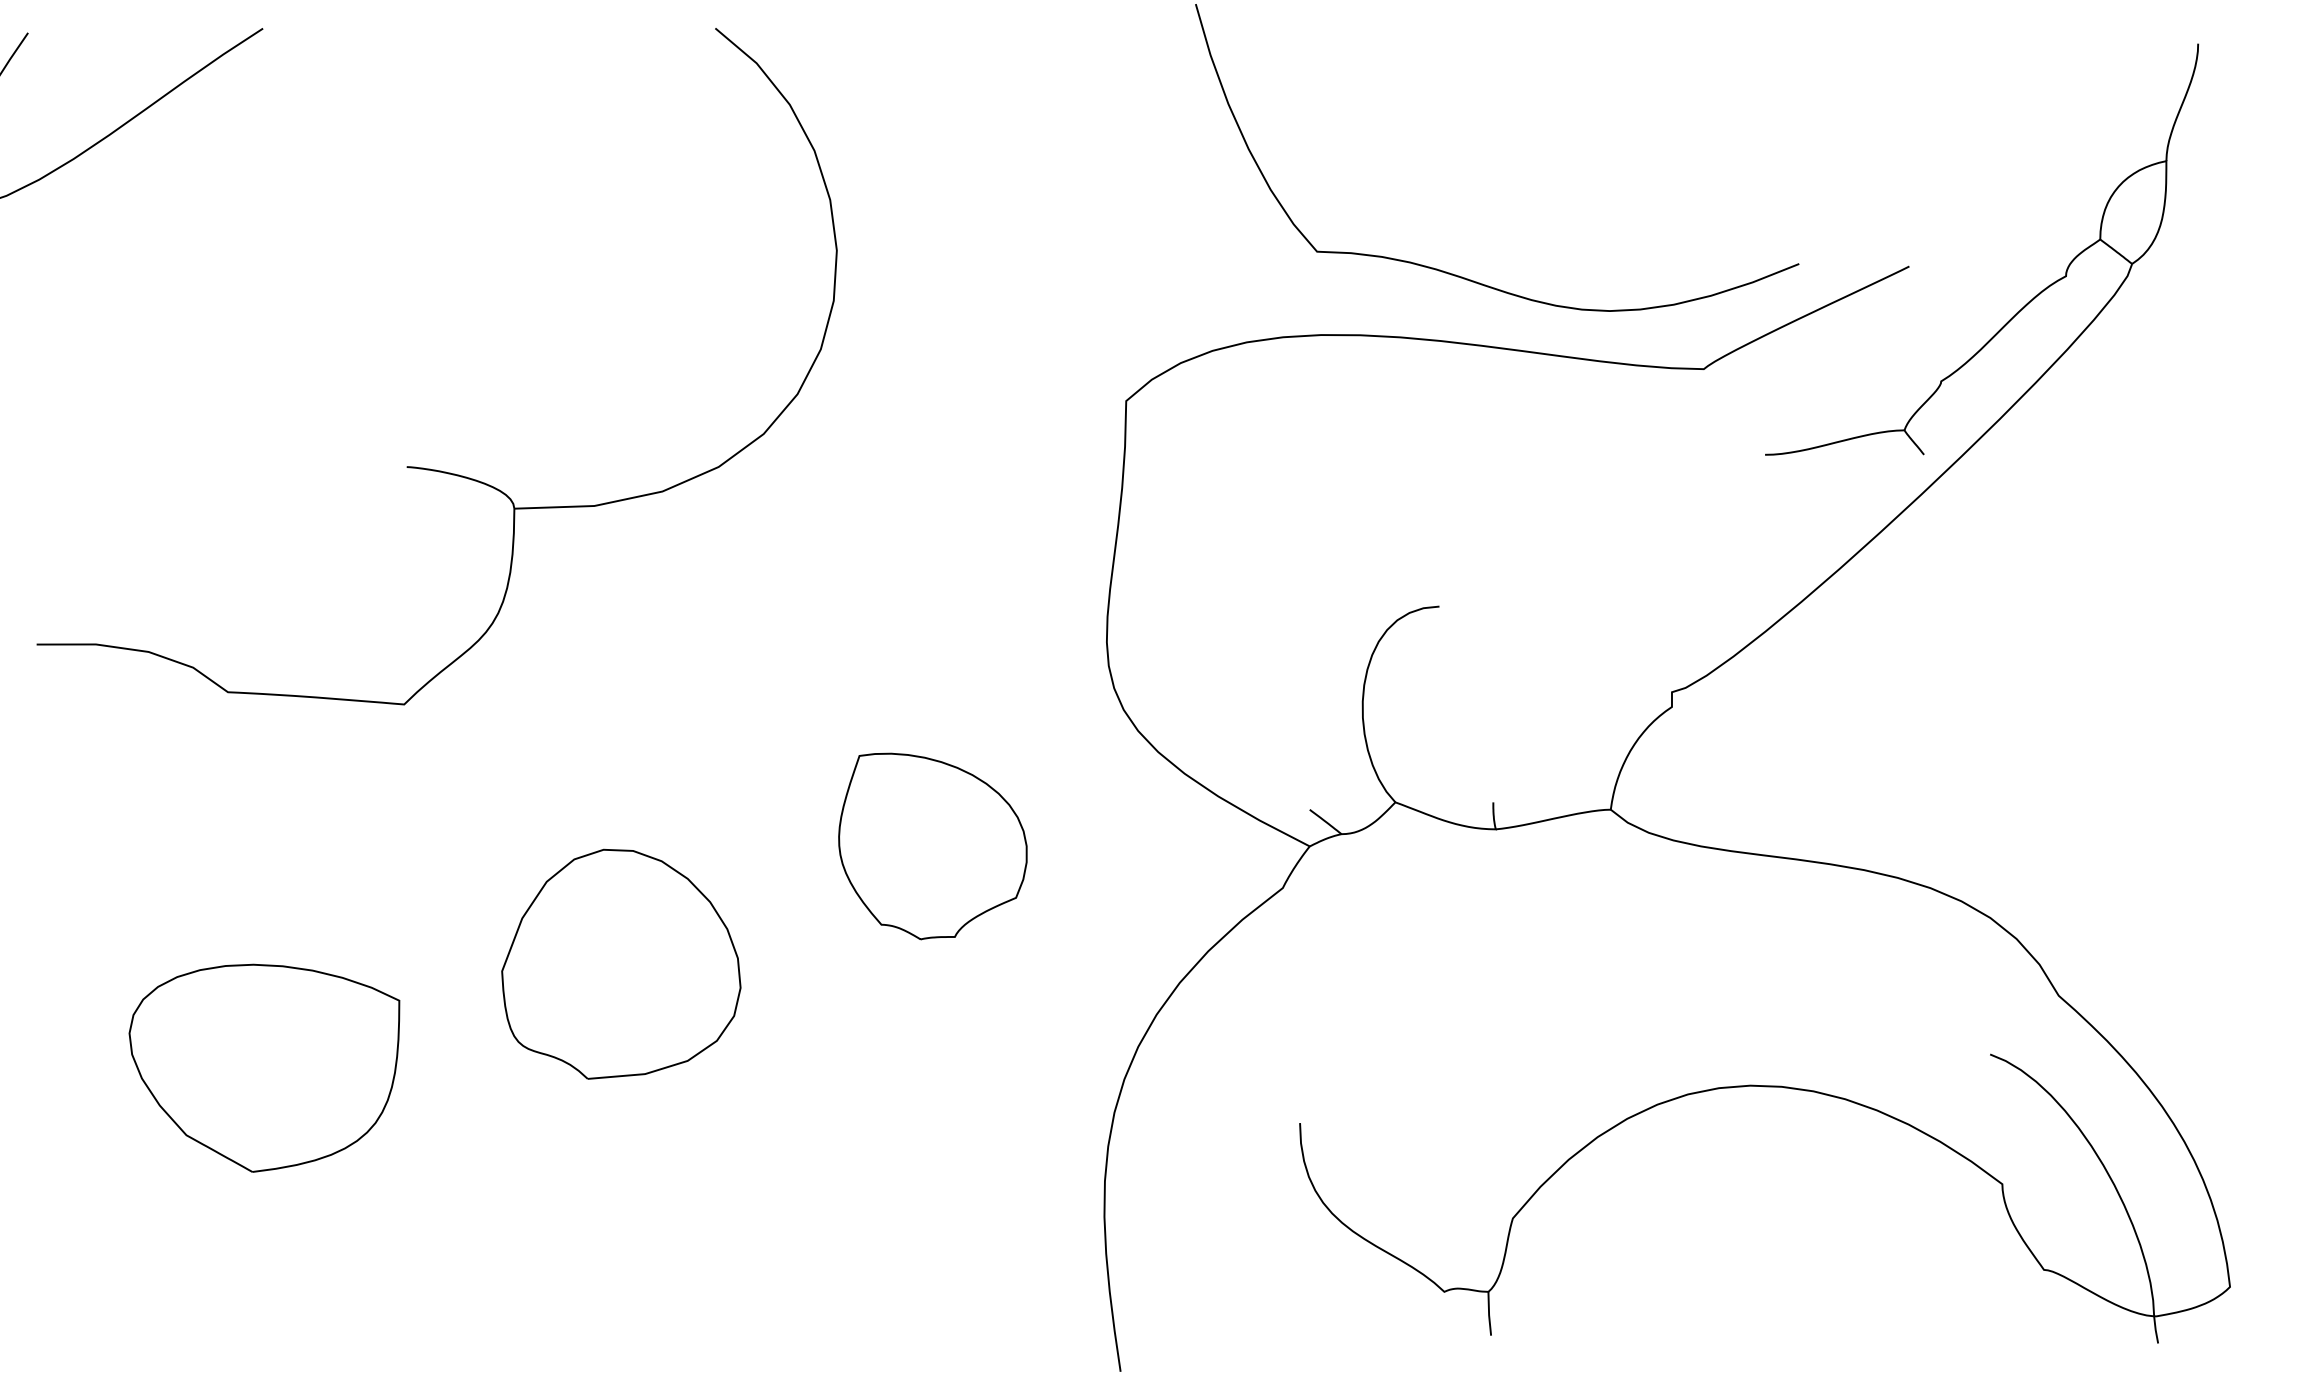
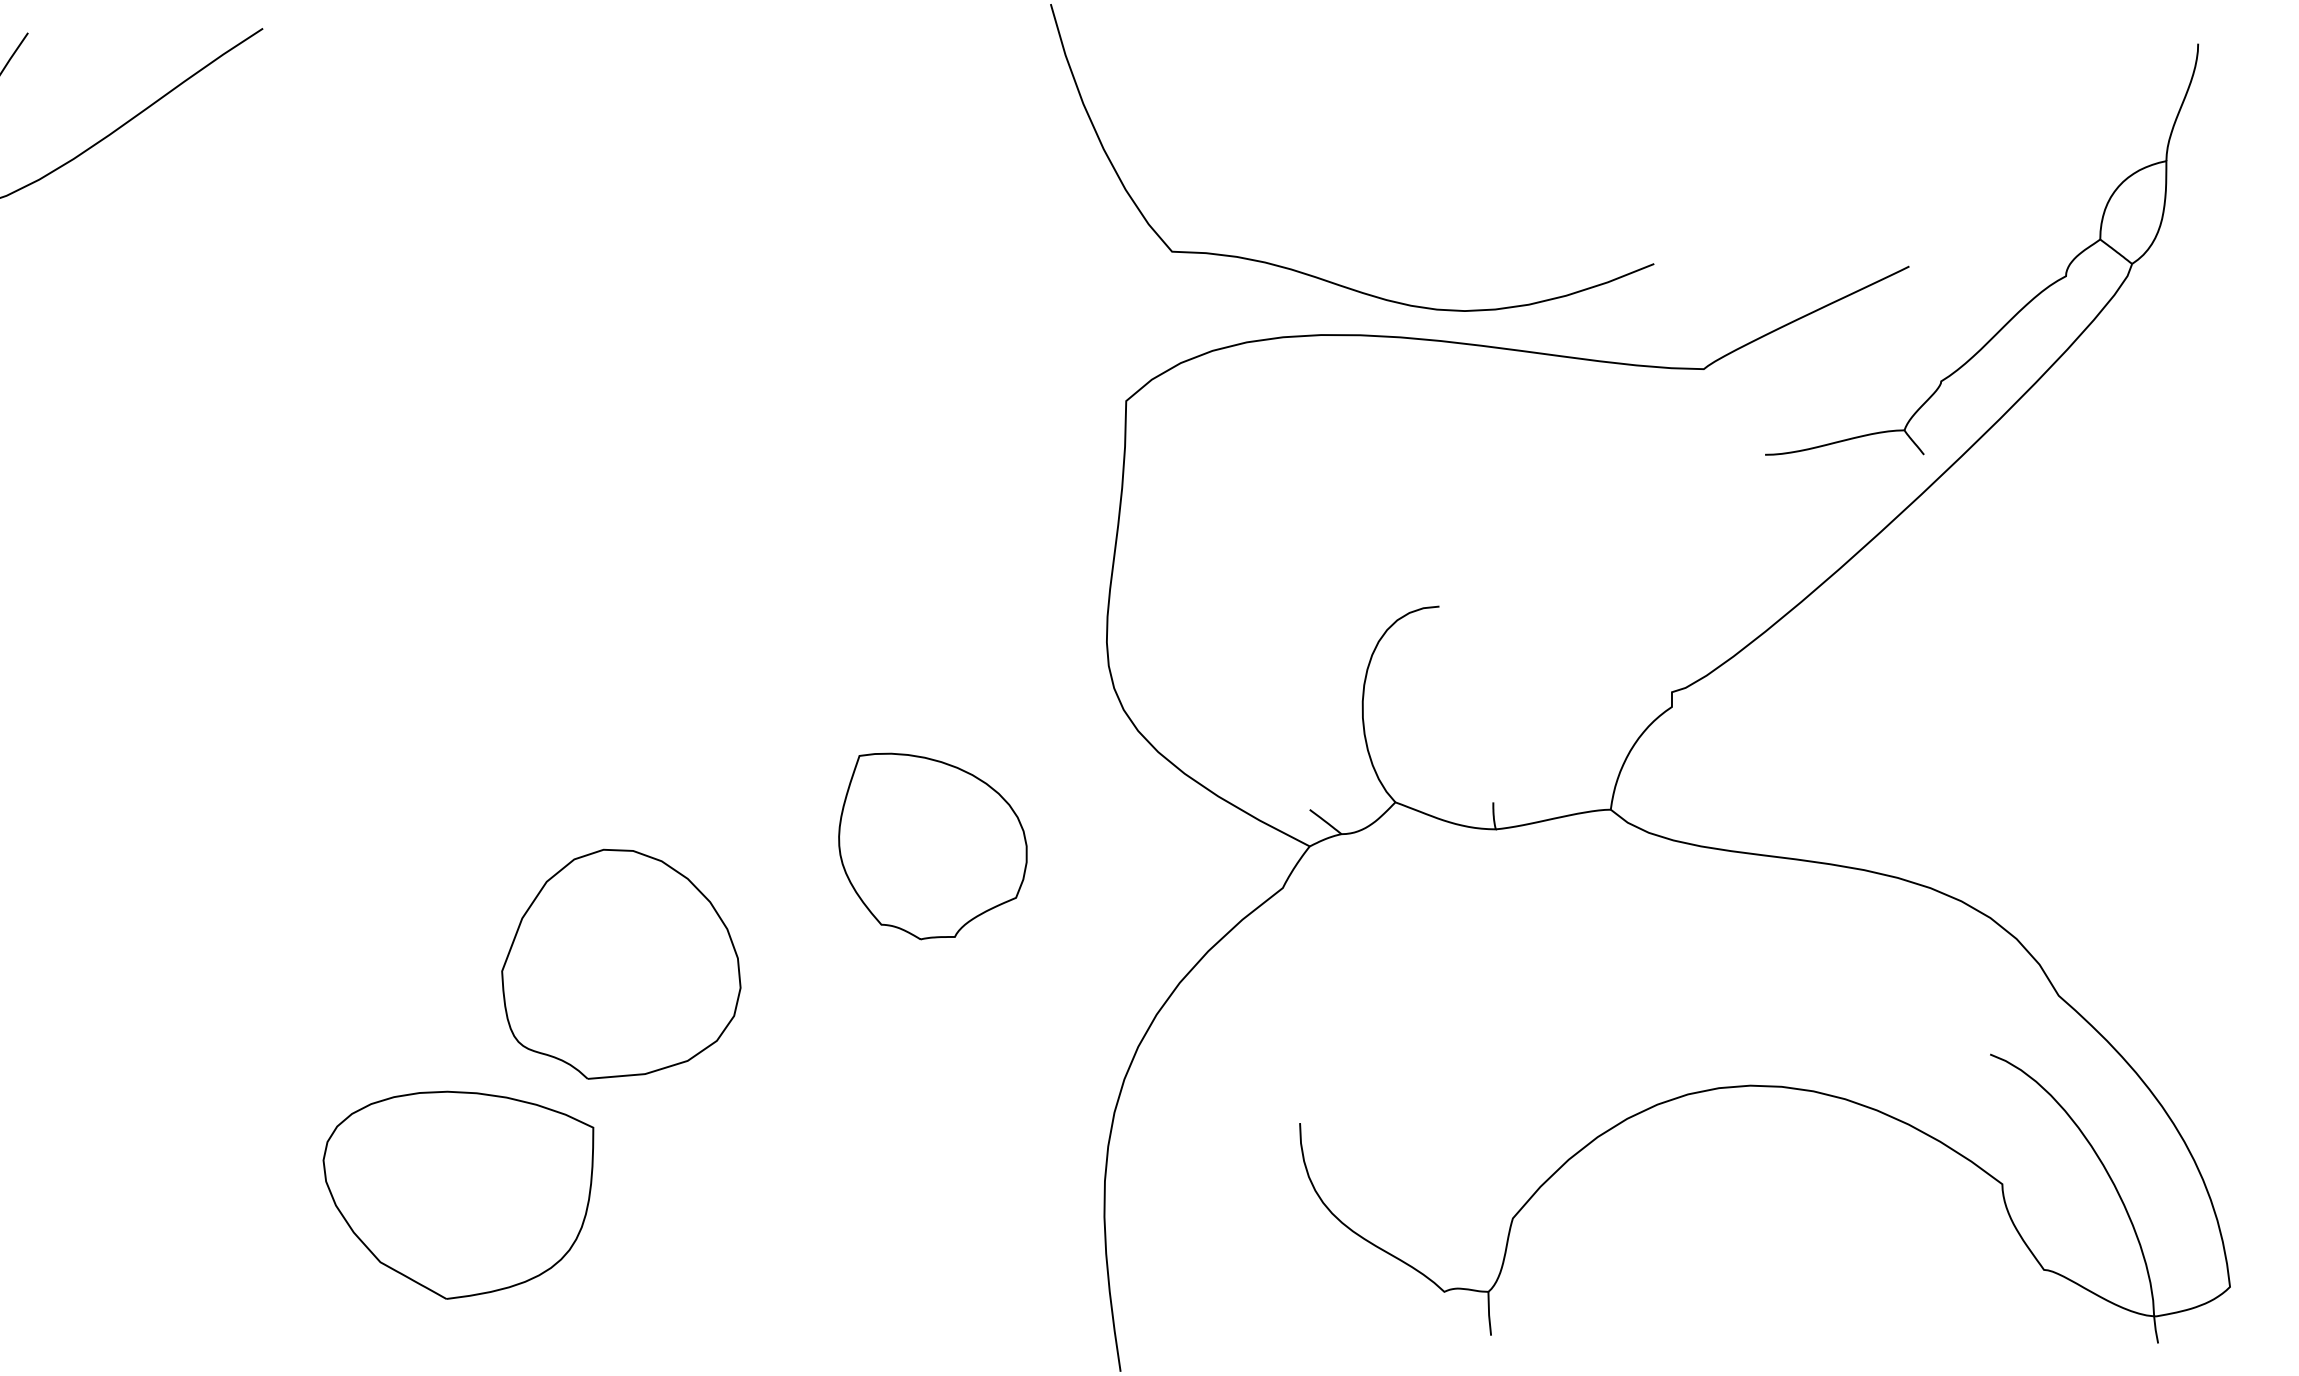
curve at (1459, 275) position: (1459, 275) -> (1314, 275)
part at (423, 467): present -> none
part at (264, 1067) position: (264, 1067) -> (458, 1194)
